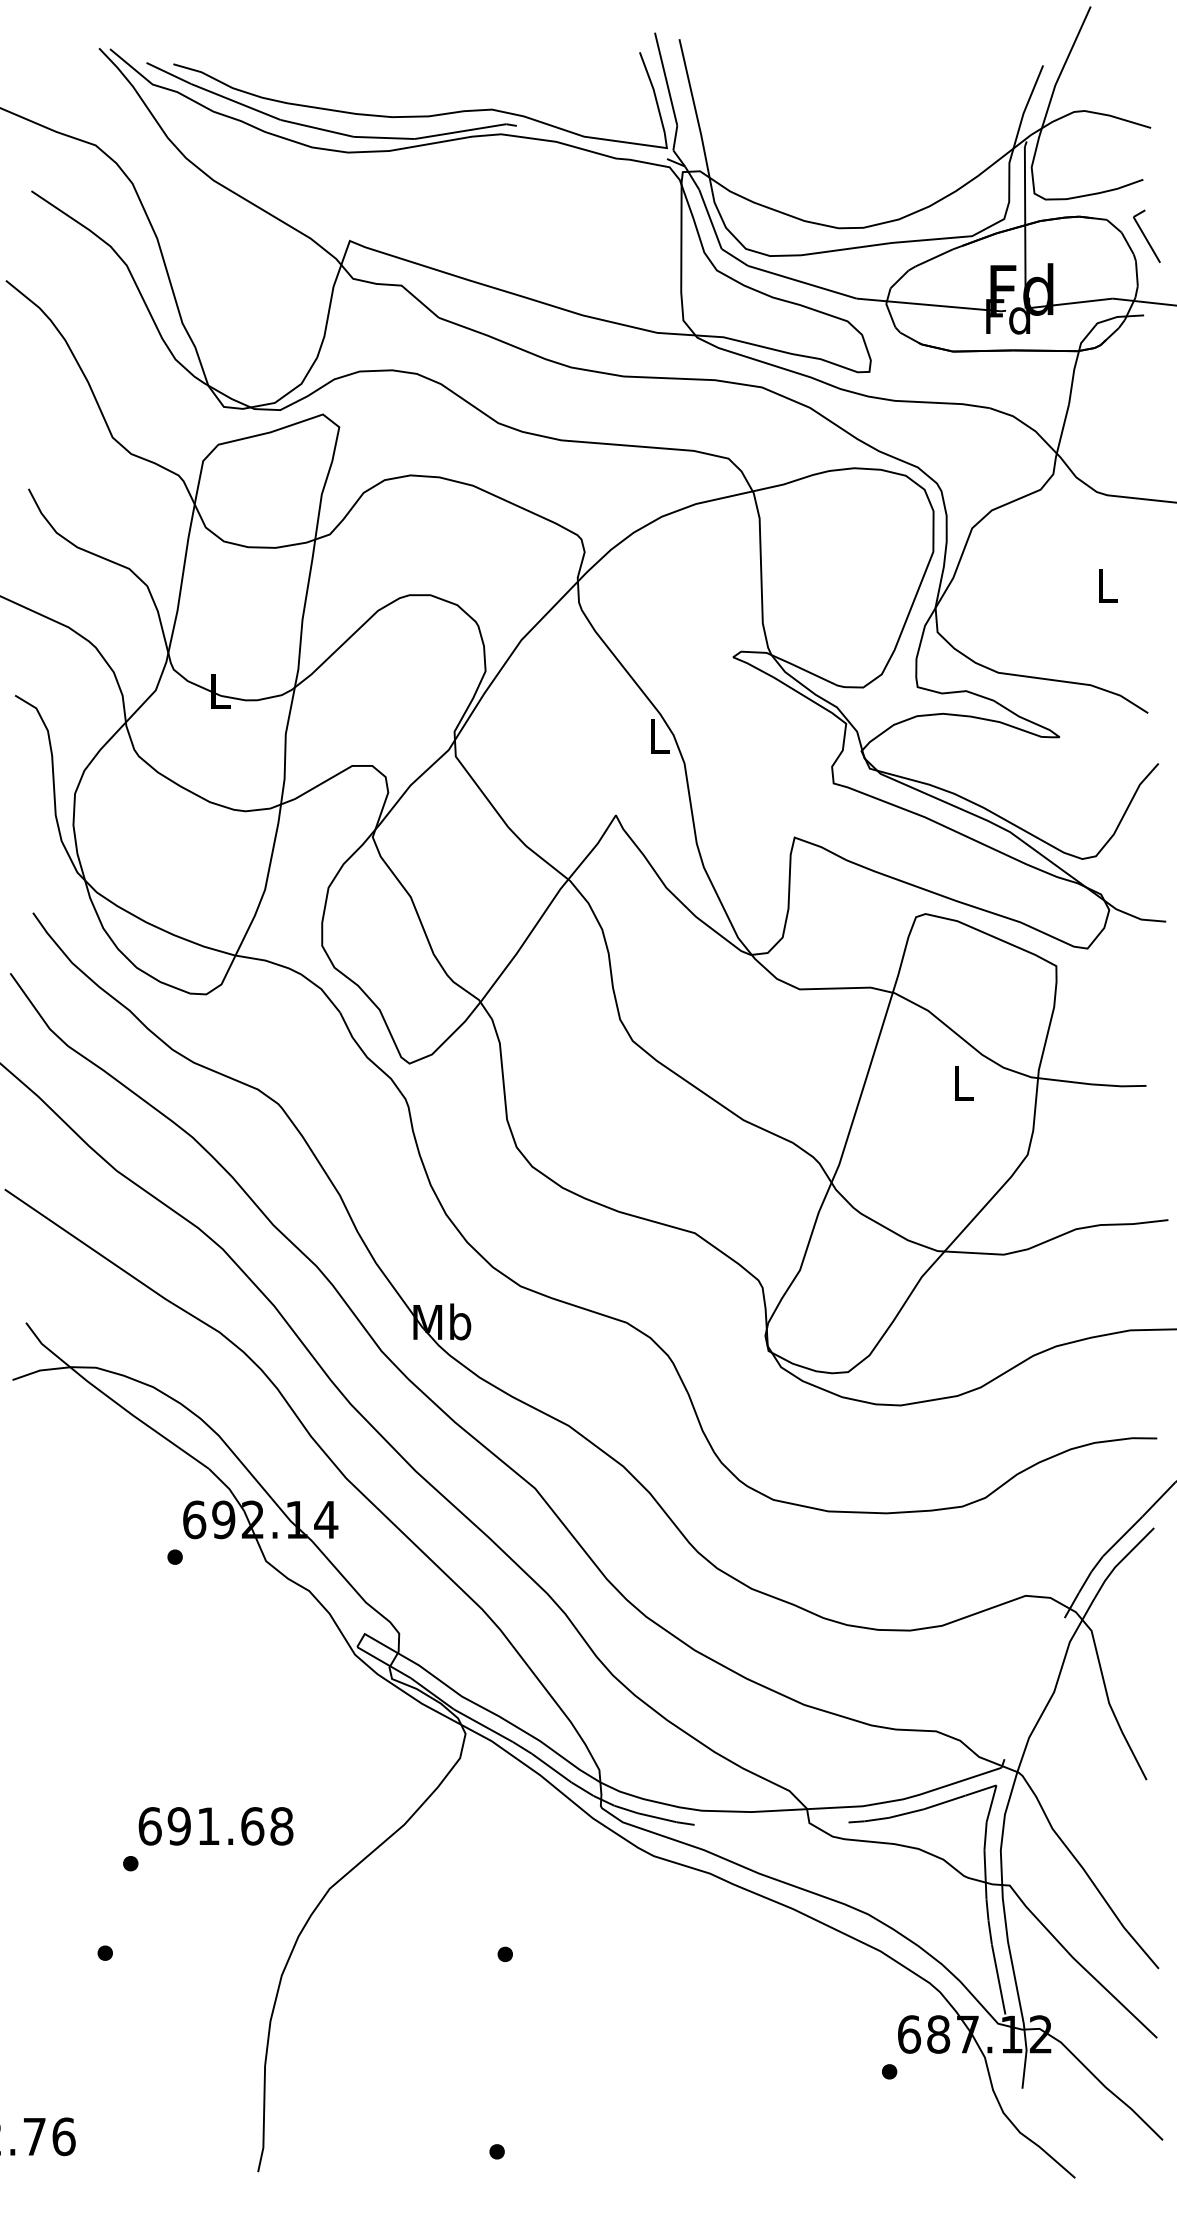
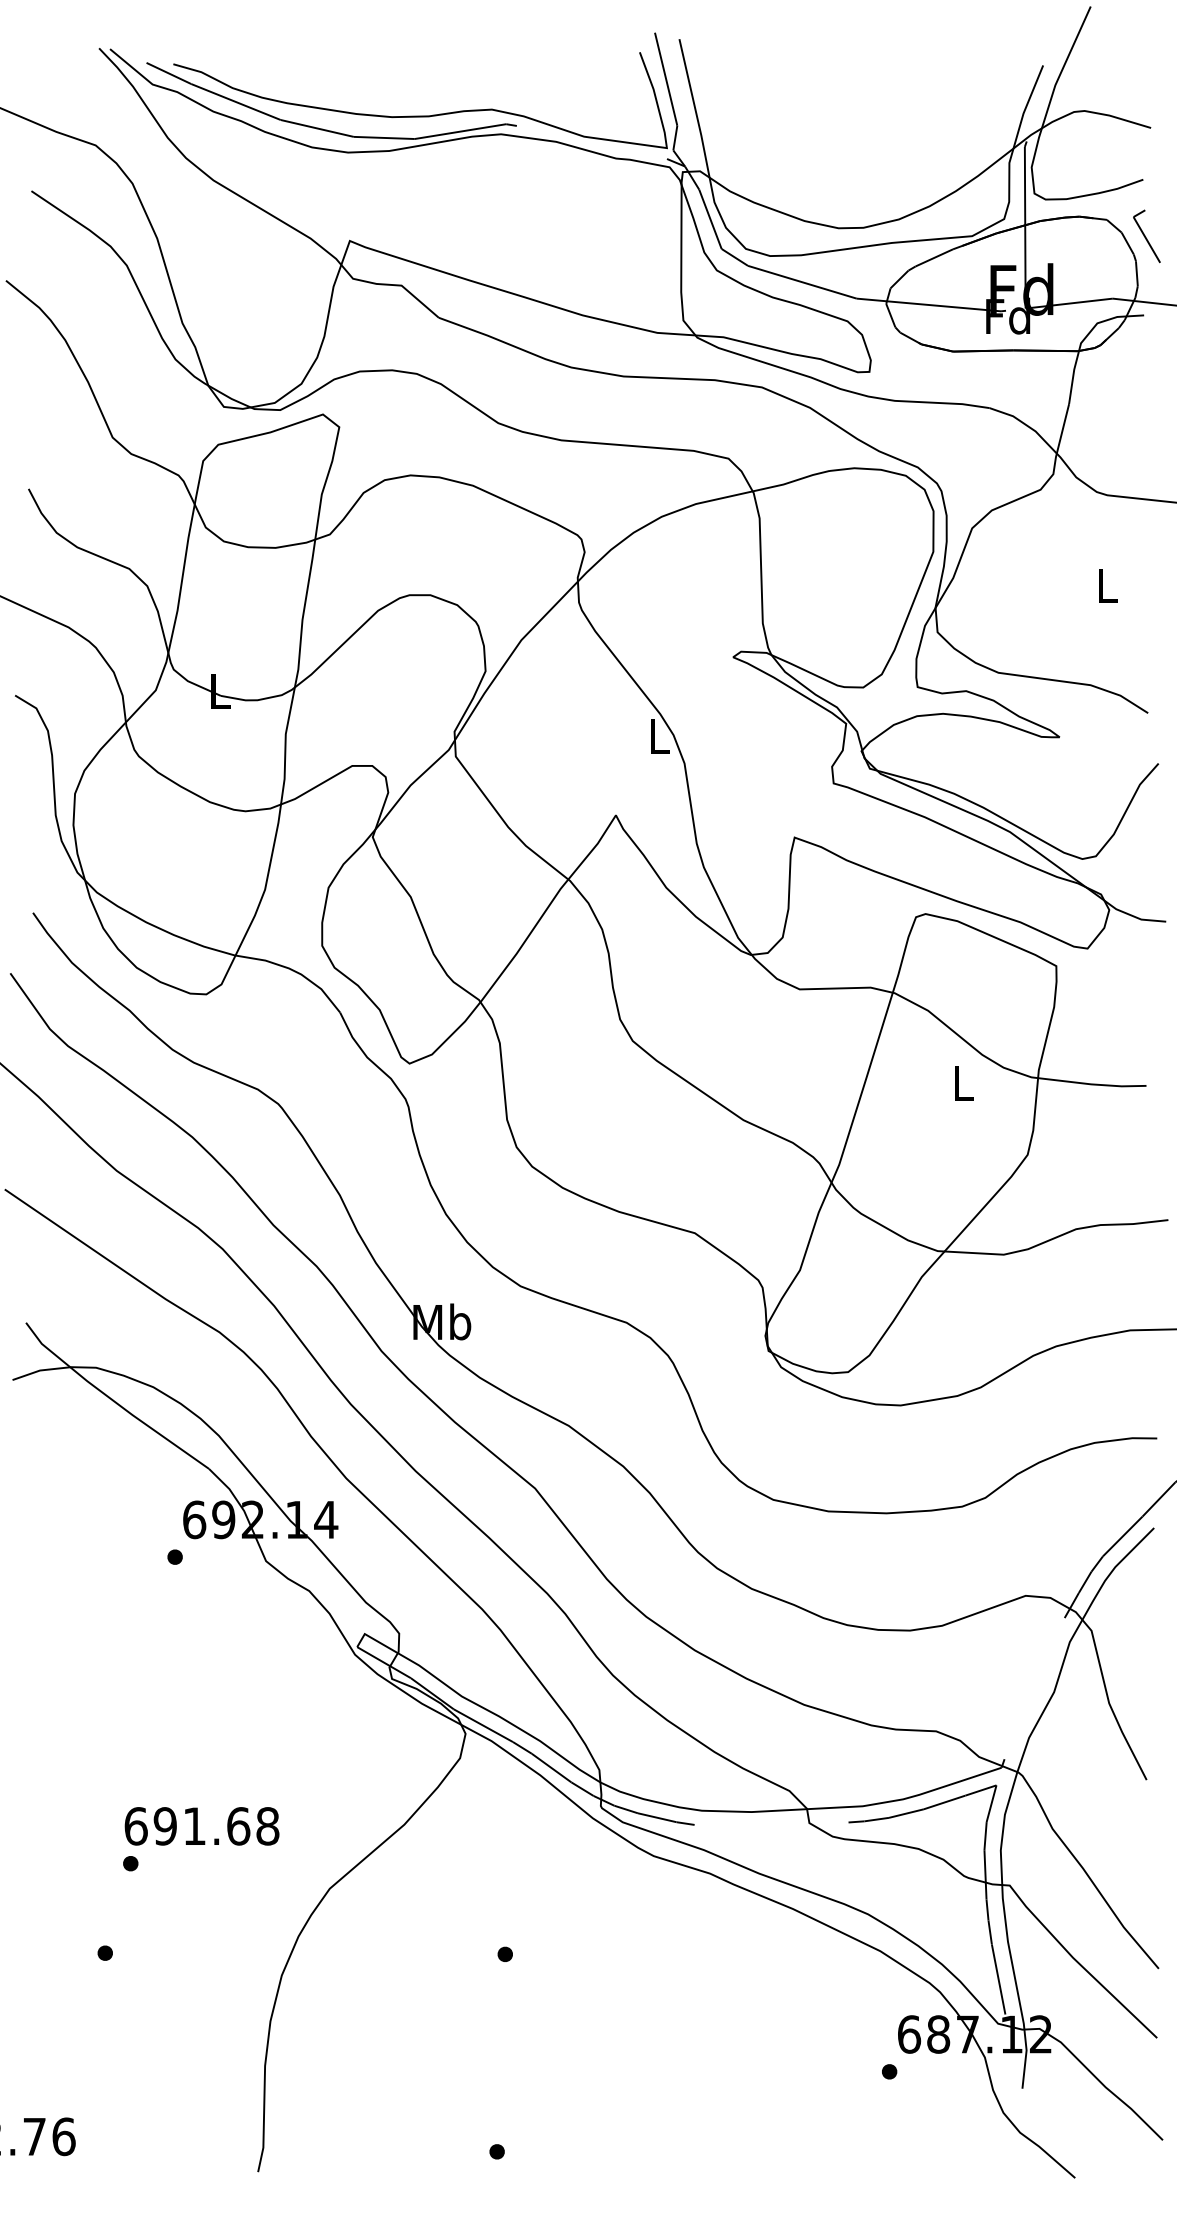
text at (215, 1826) position: (215, 1826) -> (201, 1826)
